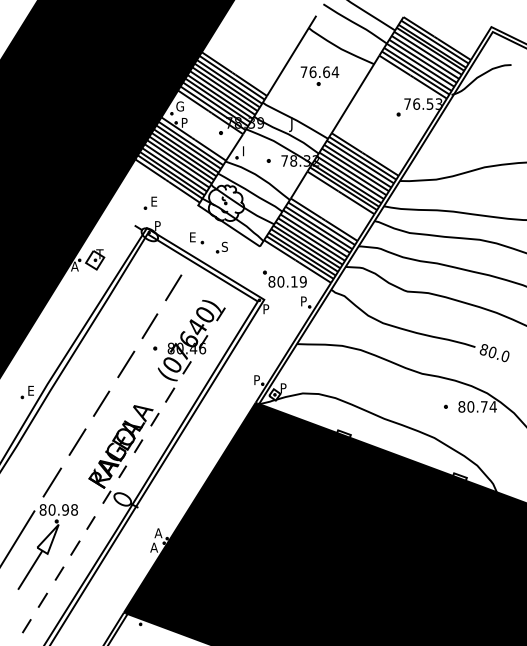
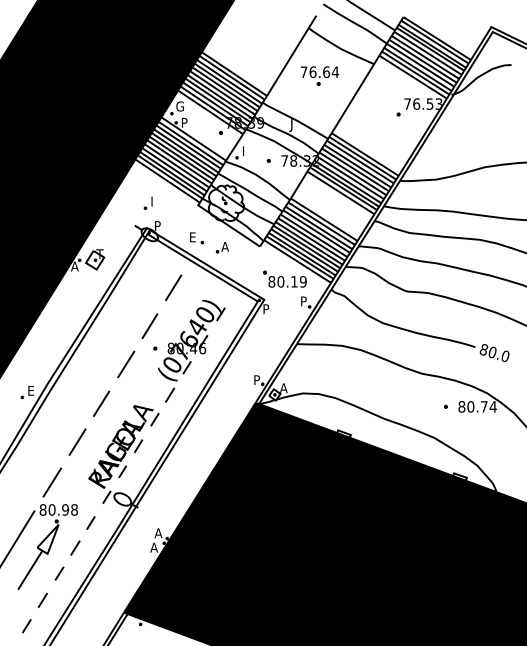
text at (154, 201): E -> I
text at (225, 246): S -> A
text at (283, 388): P -> A
